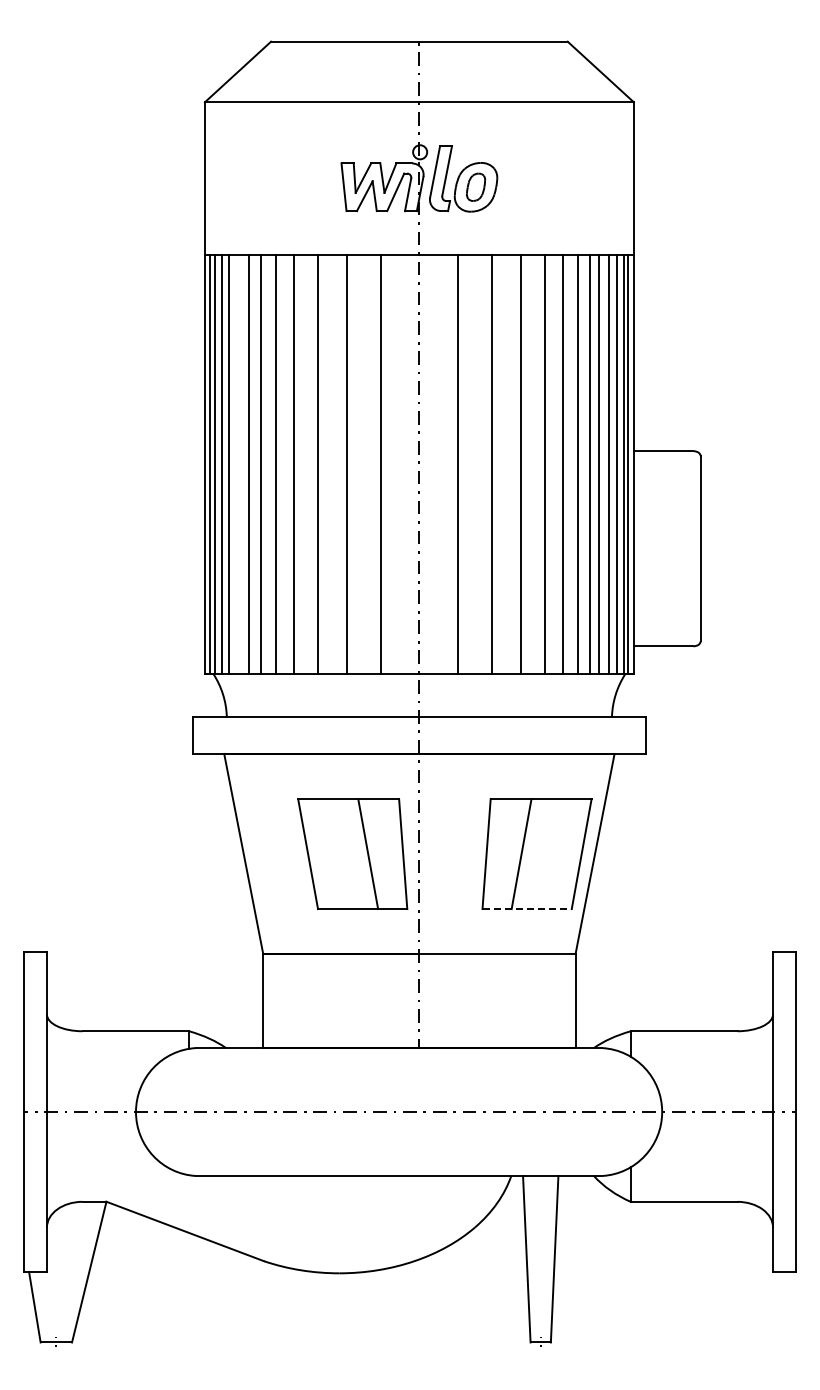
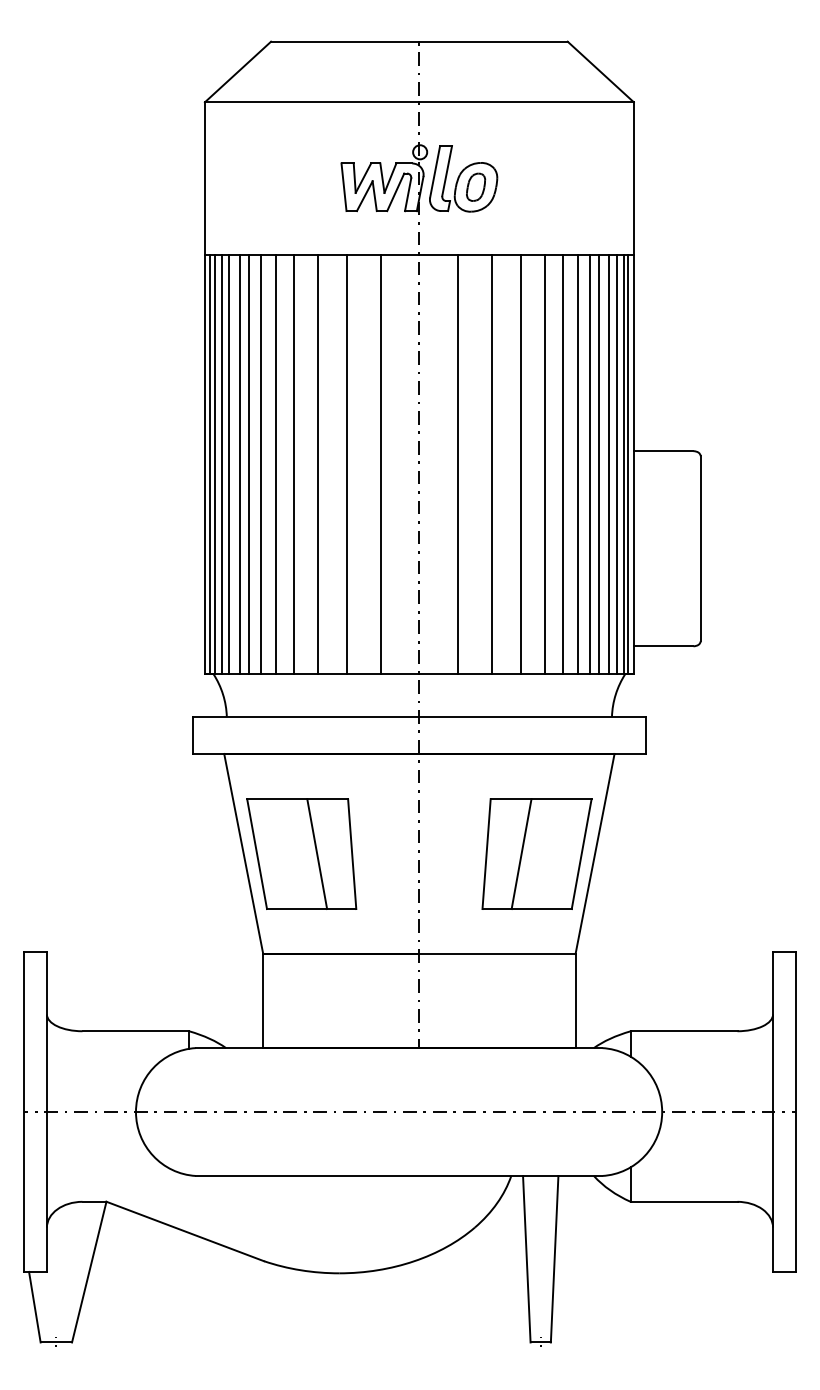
line at (239, 463): none -> present
part at (352, 853) position: (352, 853) -> (301, 853)
line at (527, 909): dashed -> solid
